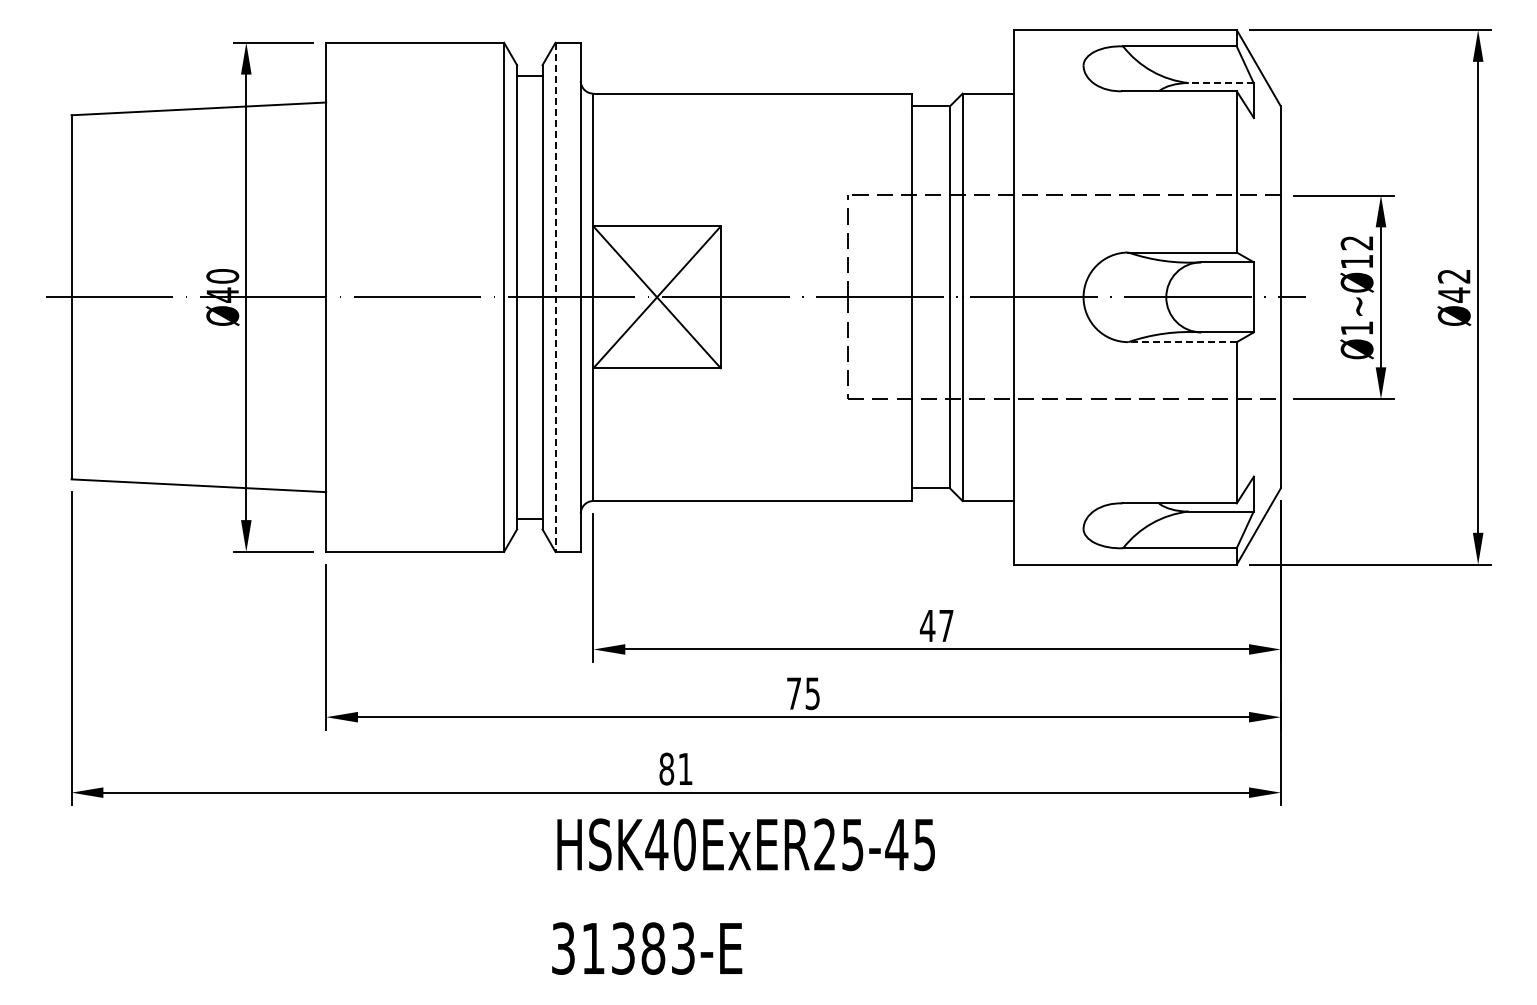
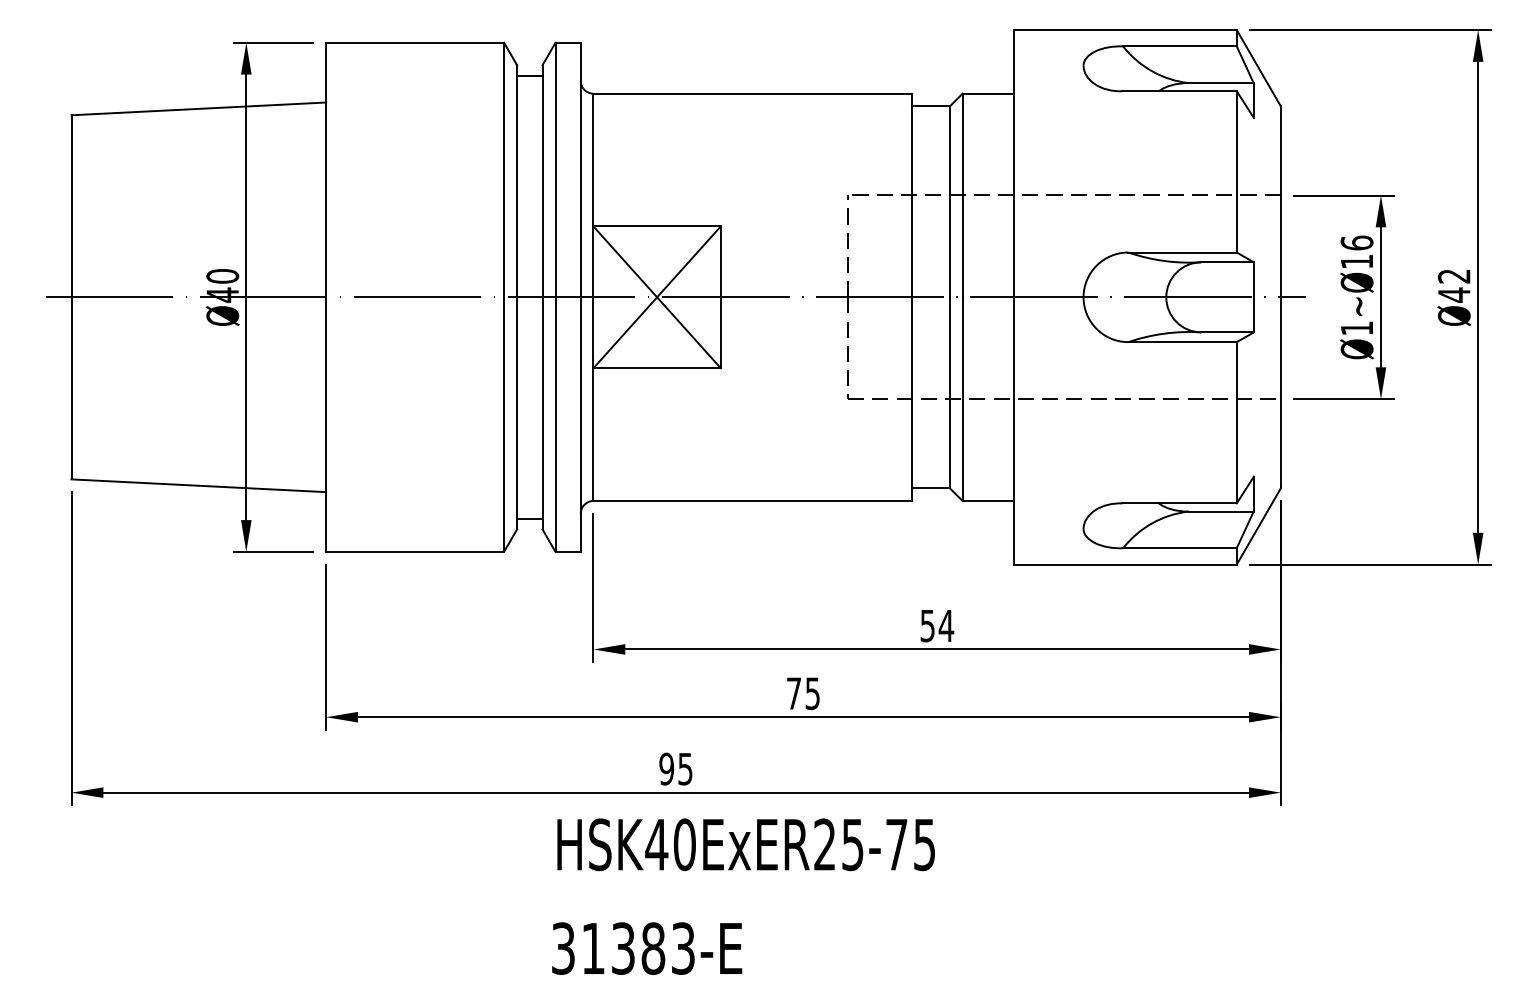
line at (1221, 83): dashed -> solid
text at (1356, 242): 12 -> 16
line at (555, 297): dashed -> solid
line at (1182, 342): dashed -> solid
text at (936, 626): 47 -> 54
text at (675, 768): 81 -> 95
text at (896, 844): HSK40ExER25-45 -> HSK40ExER25-75
